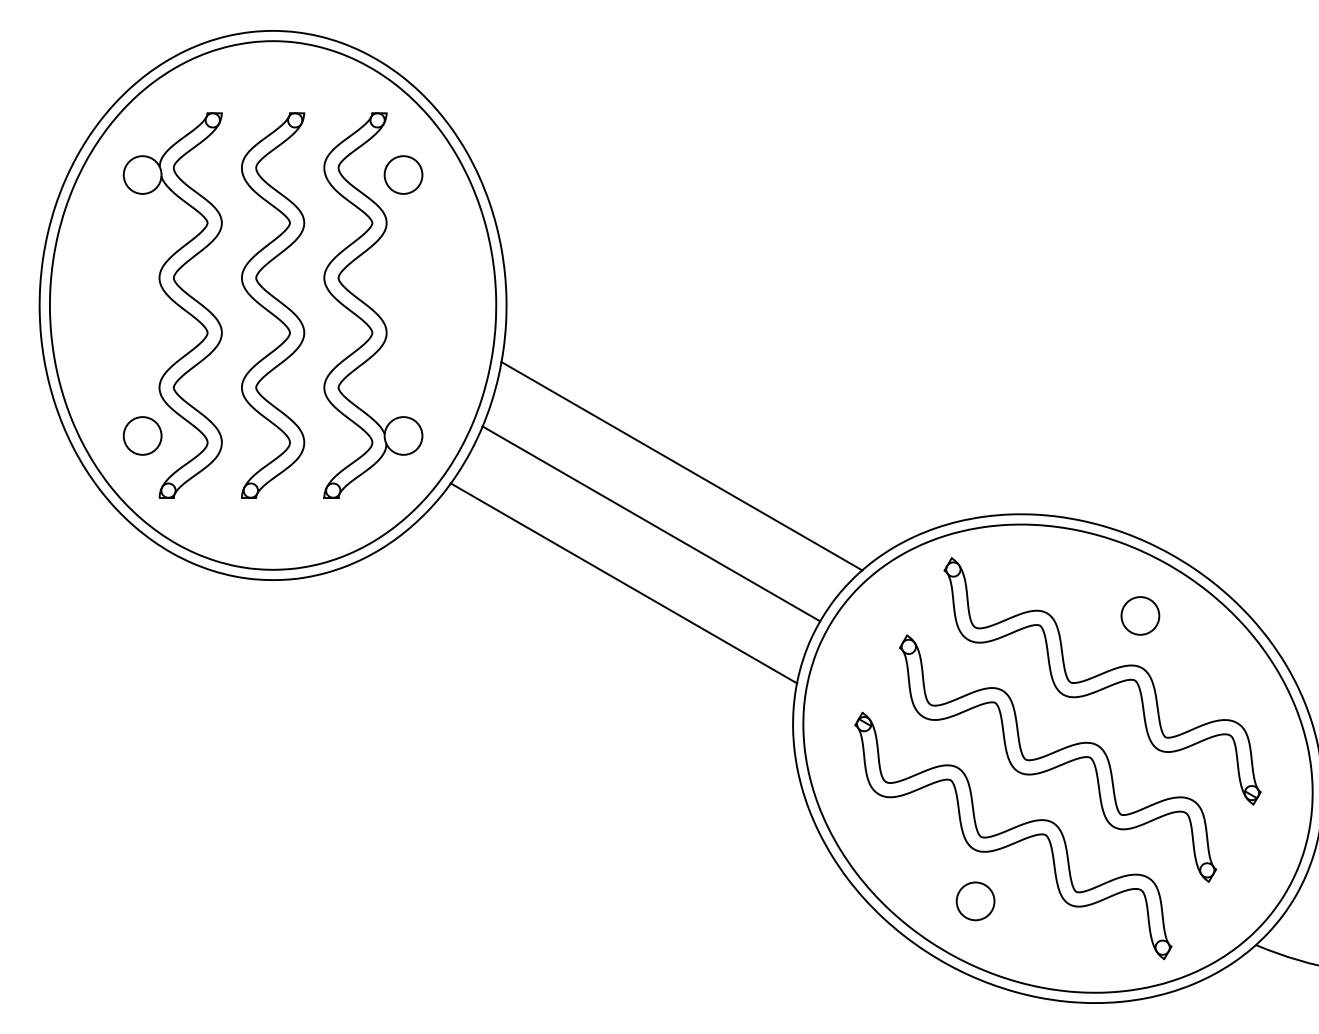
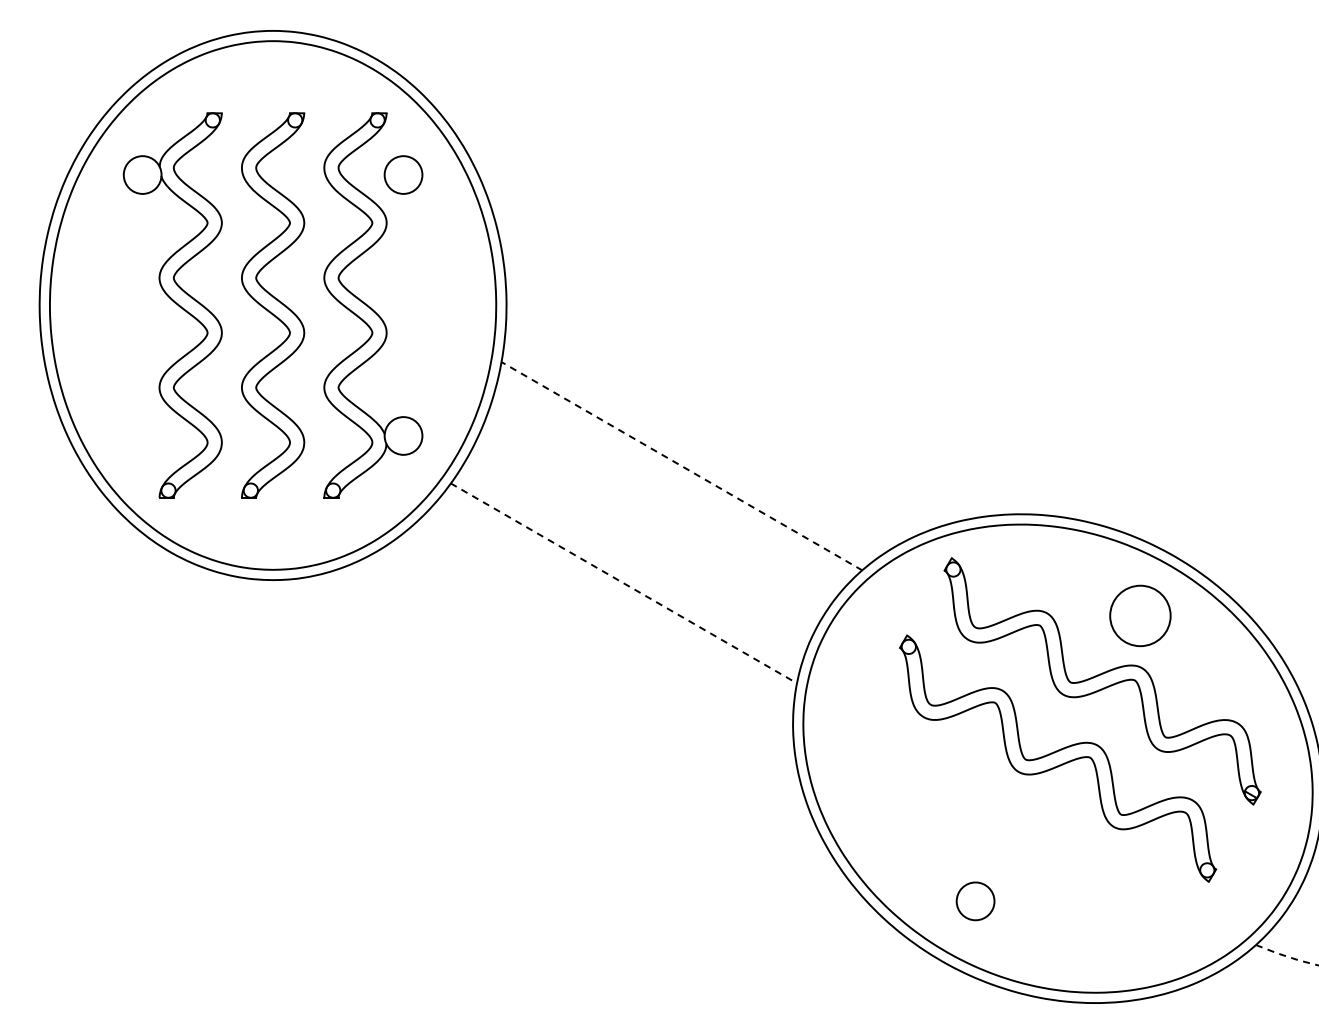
circle at (142, 435): present -> none
line at (681, 466): solid -> dashed
line at (651, 523): present -> none
line at (624, 583): solid -> dashed
circle at (1140, 615) diameter: 38 px -> 60 px
part at (1013, 835): present -> none
arc at (1287, 956): solid -> dashed
